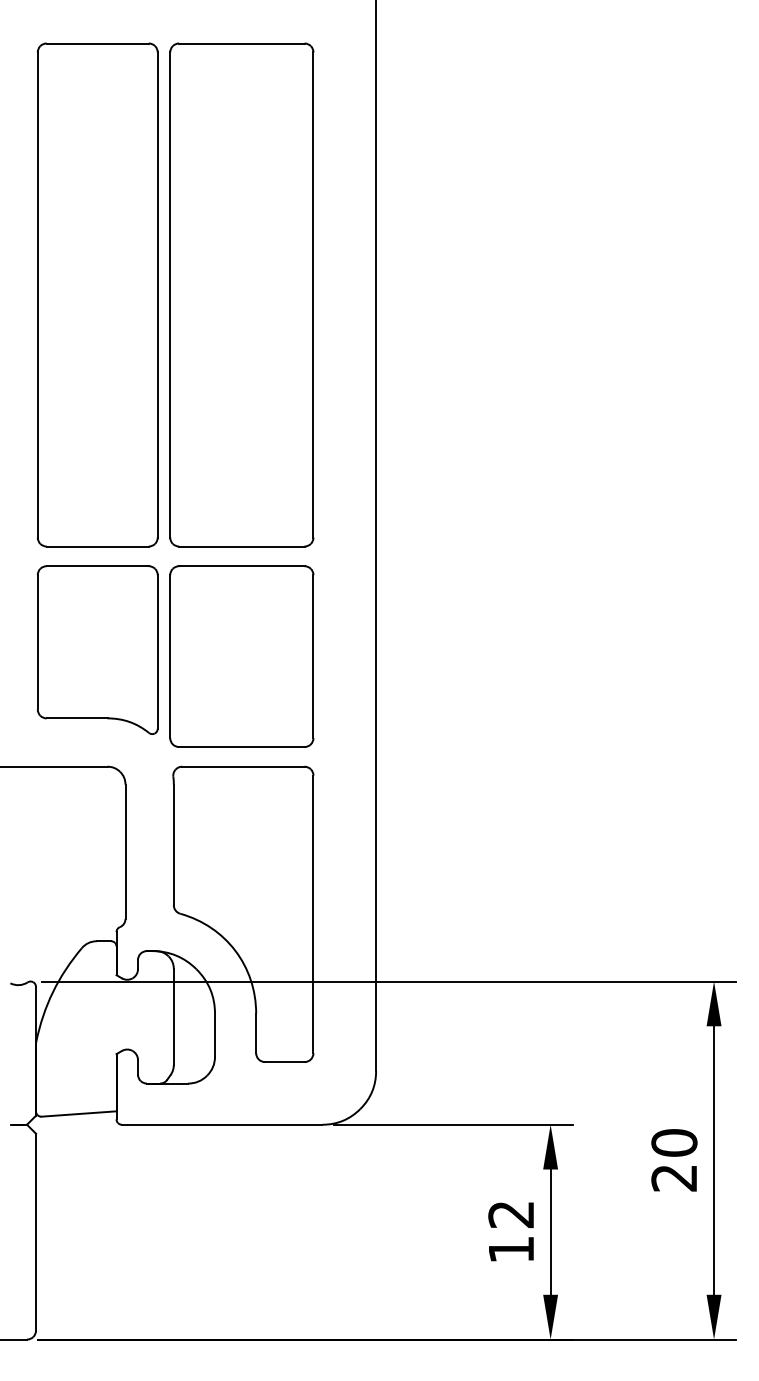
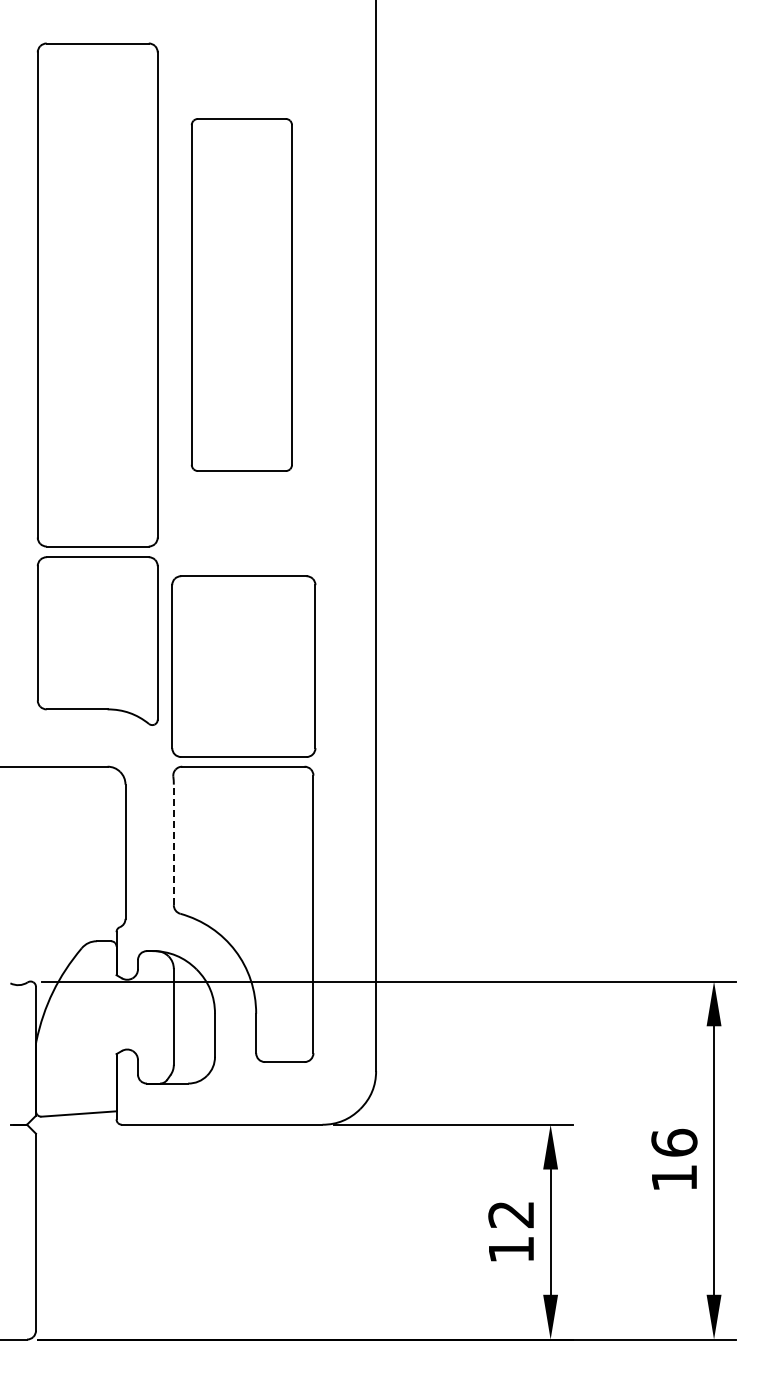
part at (241, 294) size: 146x506 px -> 103x354 px
part at (97, 649) position: (97, 649) -> (97, 640)
part at (241, 656) position: (241, 656) -> (243, 666)
line at (173, 844): solid -> dashed
text at (674, 1159): 20 -> 16
